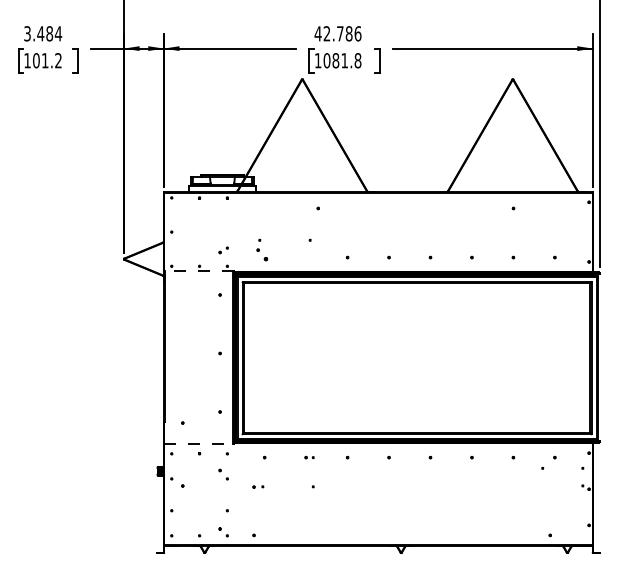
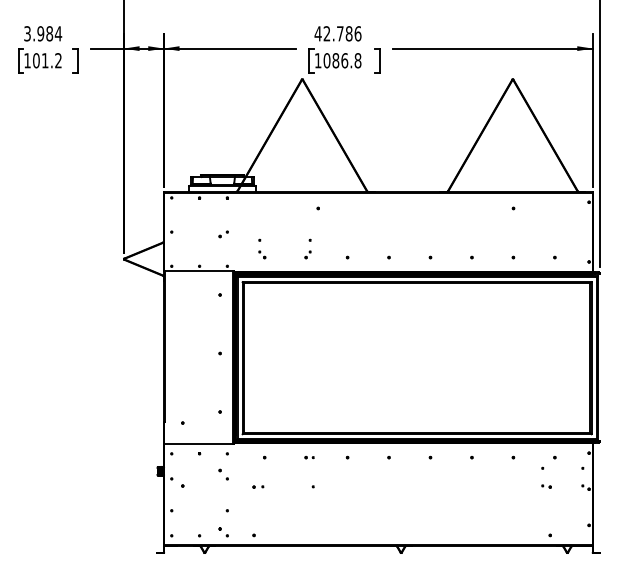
text at (40, 33): 3.484 -> 3.984
text at (344, 60): 1081.8 -> 1086.8
part at (223, 250) position: (223, 250) -> (223, 234)
part at (262, 254) size: 13x14 px -> 9x10 px
part at (307, 254): none -> present
line at (199, 271): dashed -> solid
line at (199, 443): dashed -> solid
part at (546, 486): none -> present
